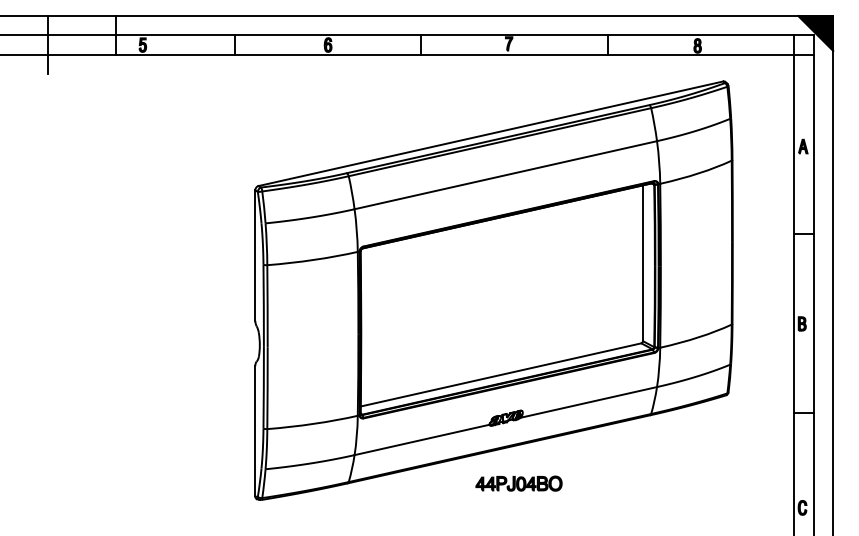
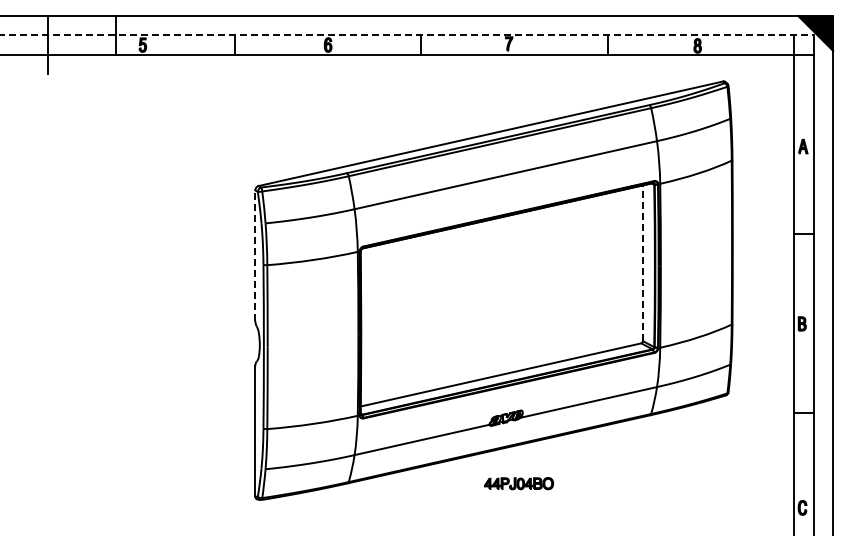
line at (407, 35): solid -> dashed
line at (255, 255): solid -> dashed
line at (643, 263): solid -> dashed
part at (518, 483) size: 88x17 px -> 71x14 px
